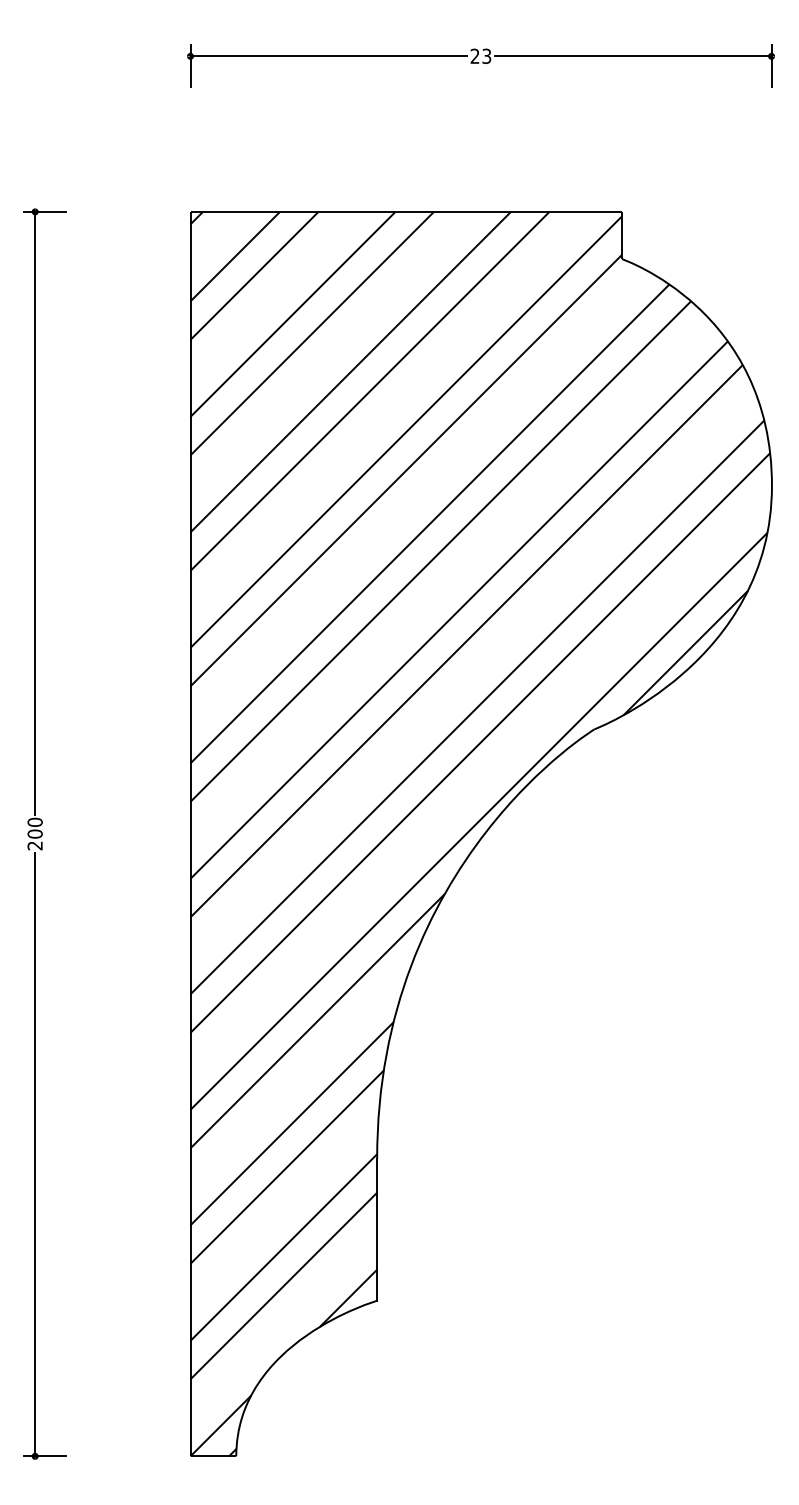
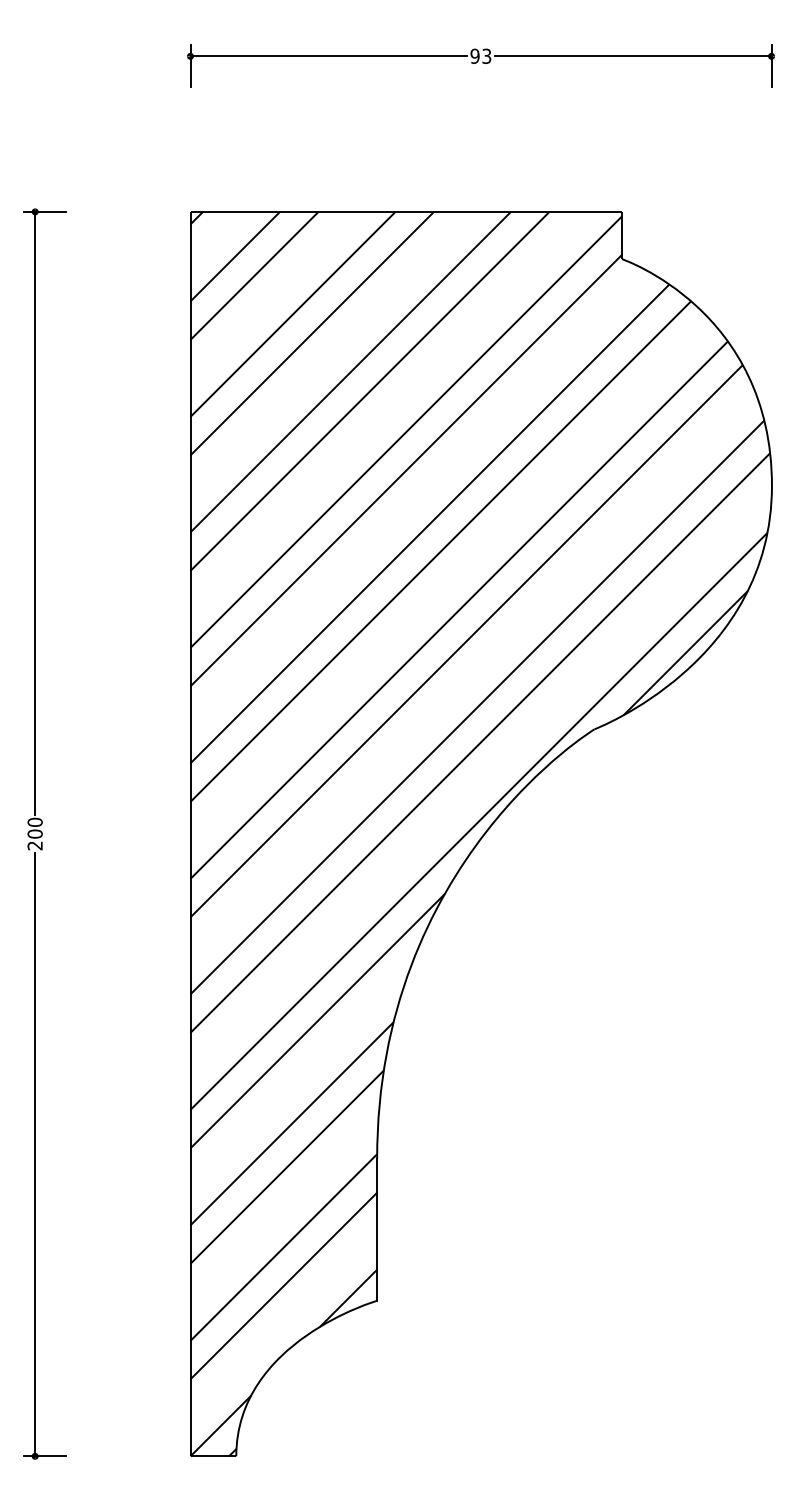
text at (474, 55): 23 -> 93
